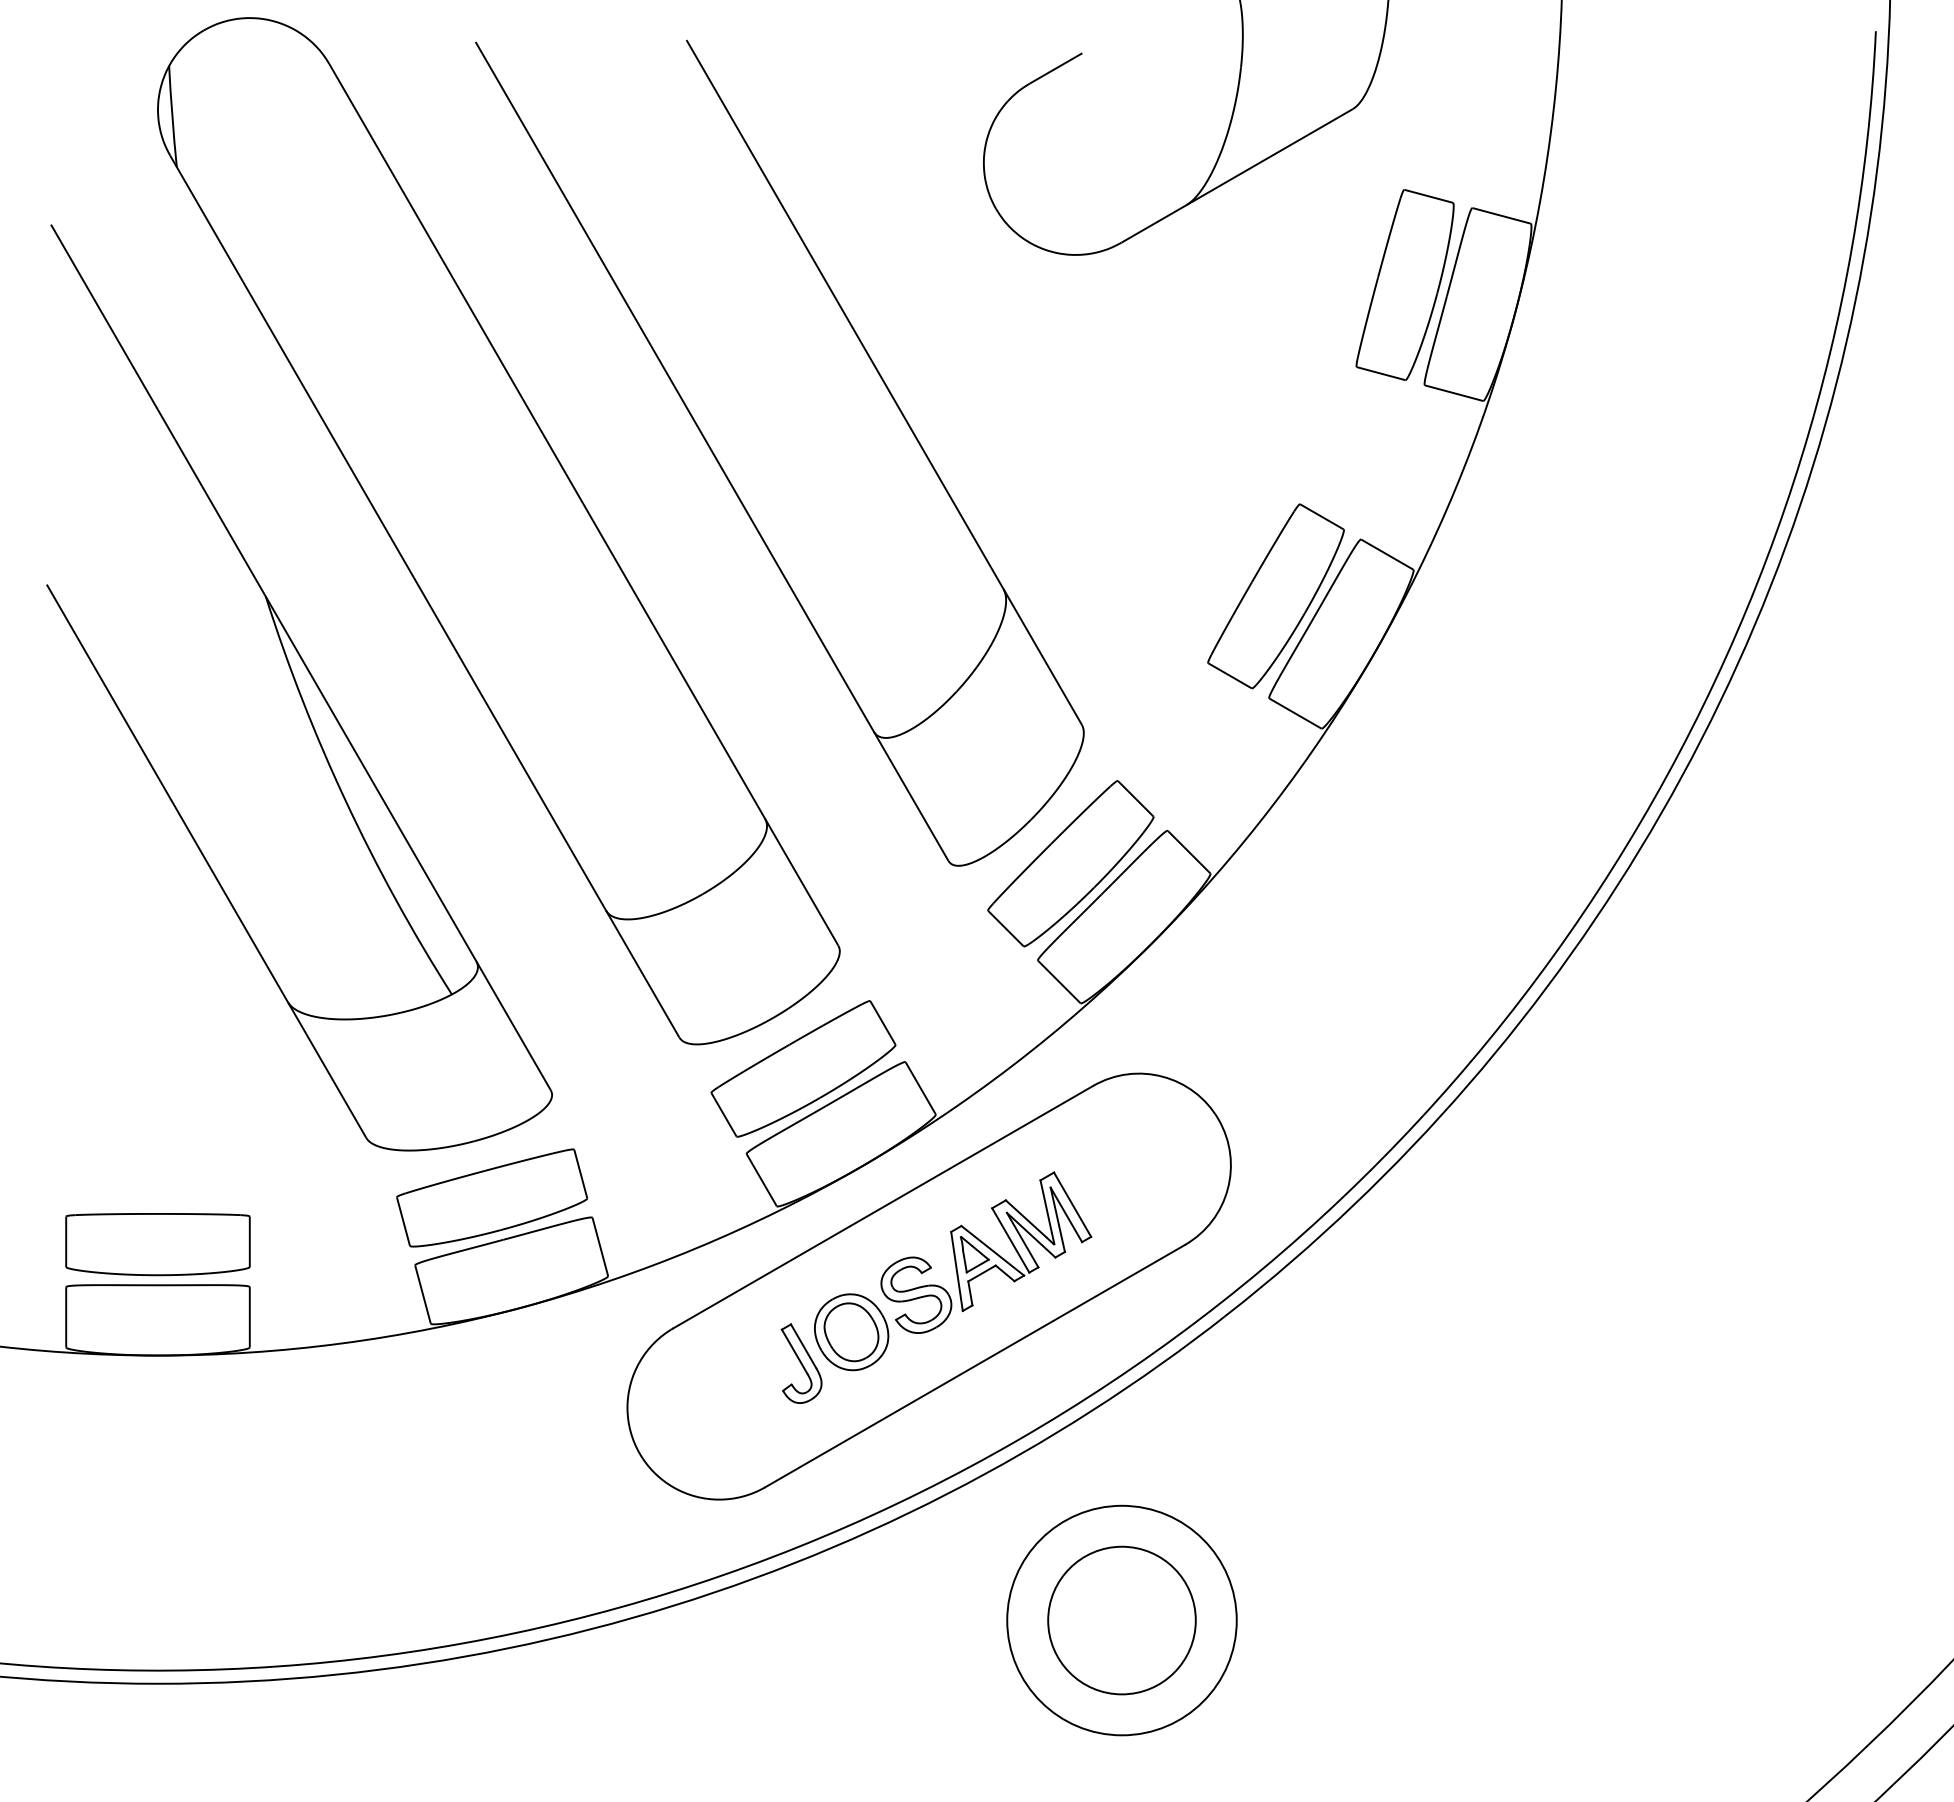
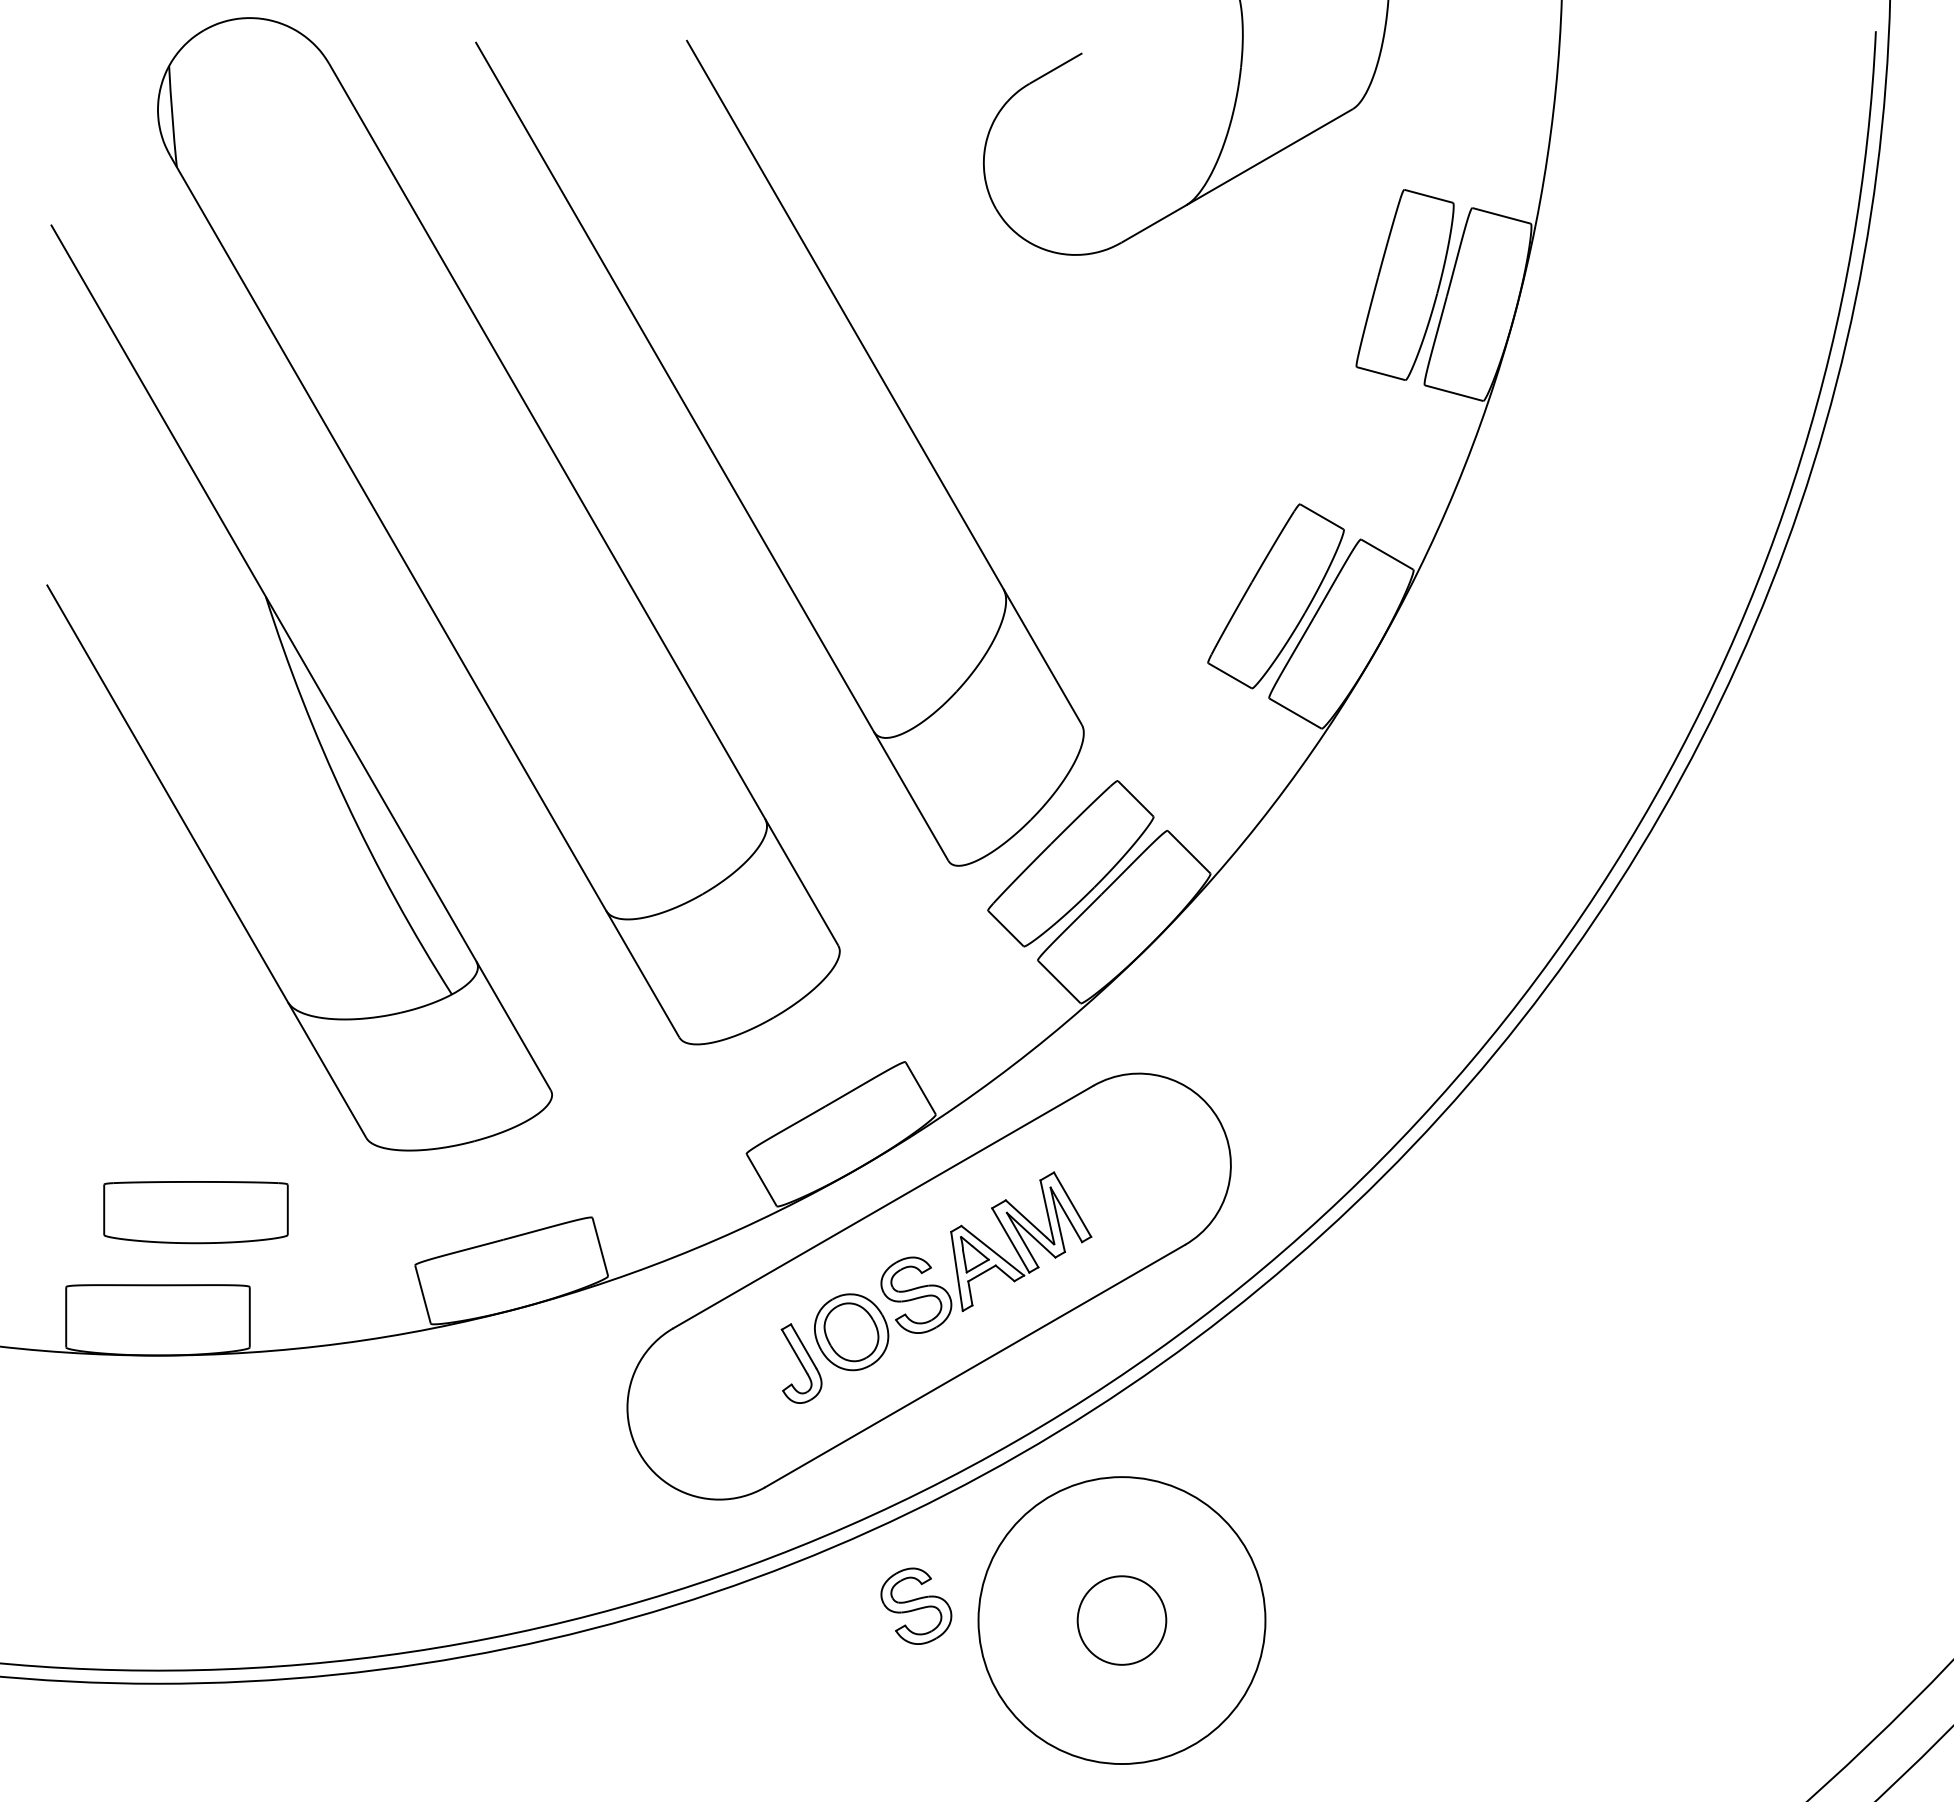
part at (803, 1068): present -> none
part at (492, 1197): present -> none
part at (157, 1244) position: (157, 1244) -> (195, 1212)
part at (916, 1605): none -> present
circle at (1121, 1620) diameter: 148 px -> 89 px
circle at (1121, 1620) diameter: 230 px -> 287 px
